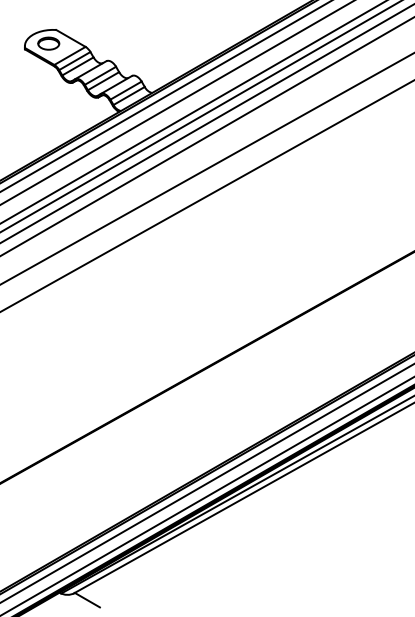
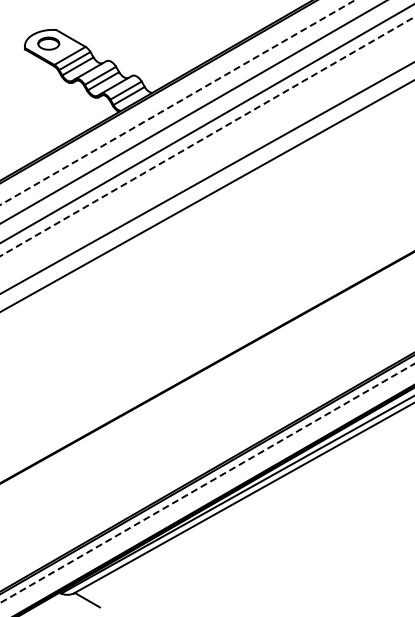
line at (165, 96): present -> none
line at (178, 102): solid -> dashed
line at (200, 116): present -> none
line at (207, 136): solid -> dashed
line at (206, 168) position: (206, 168) -> (206, 177)
line at (207, 483): solid -> dashed
line at (207, 495): present -> none
